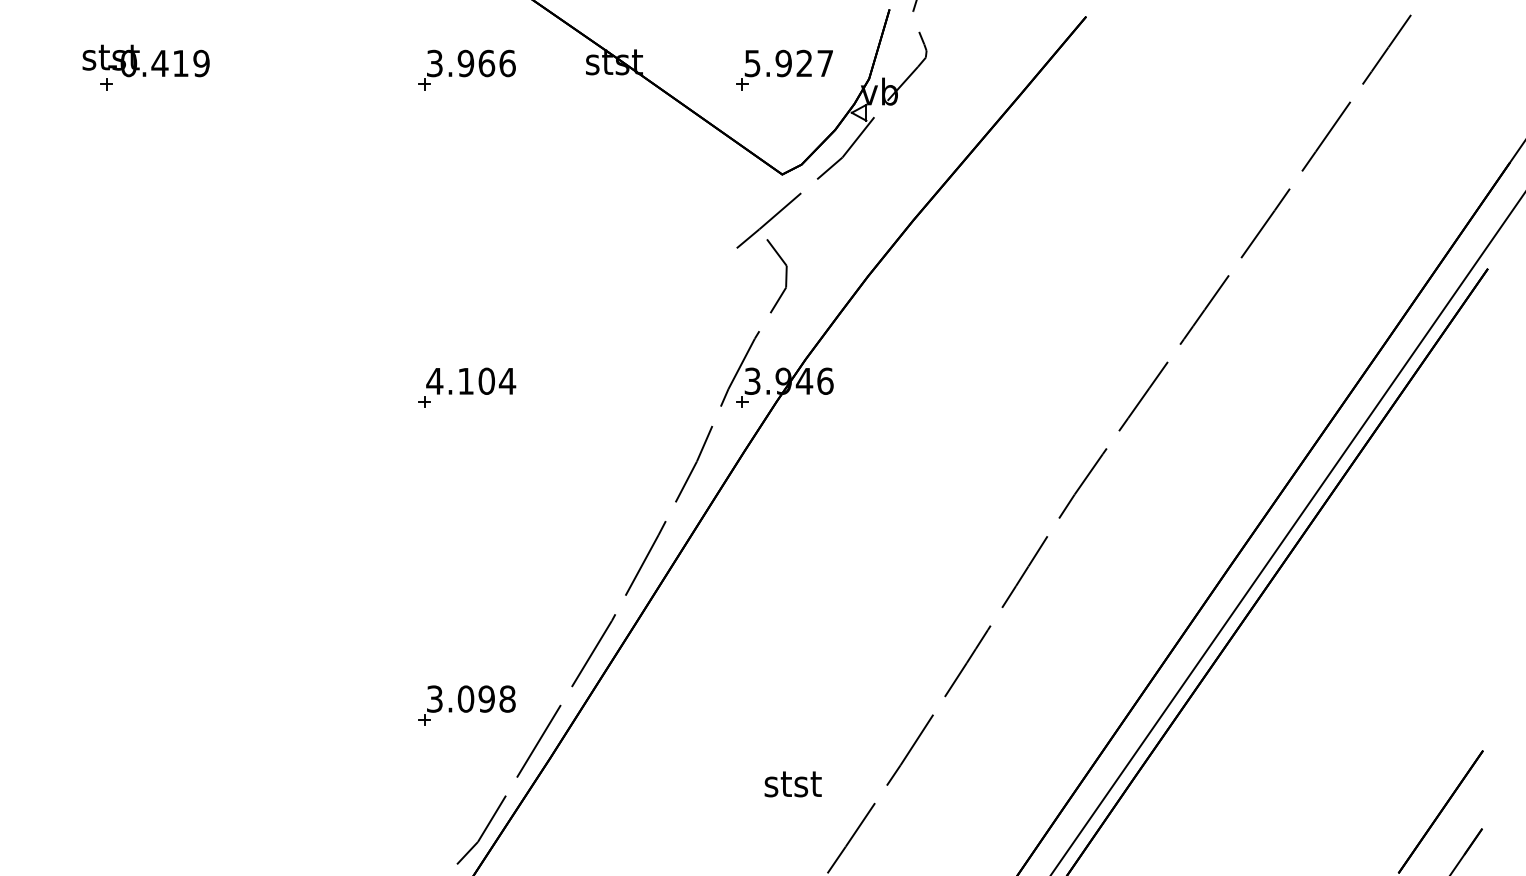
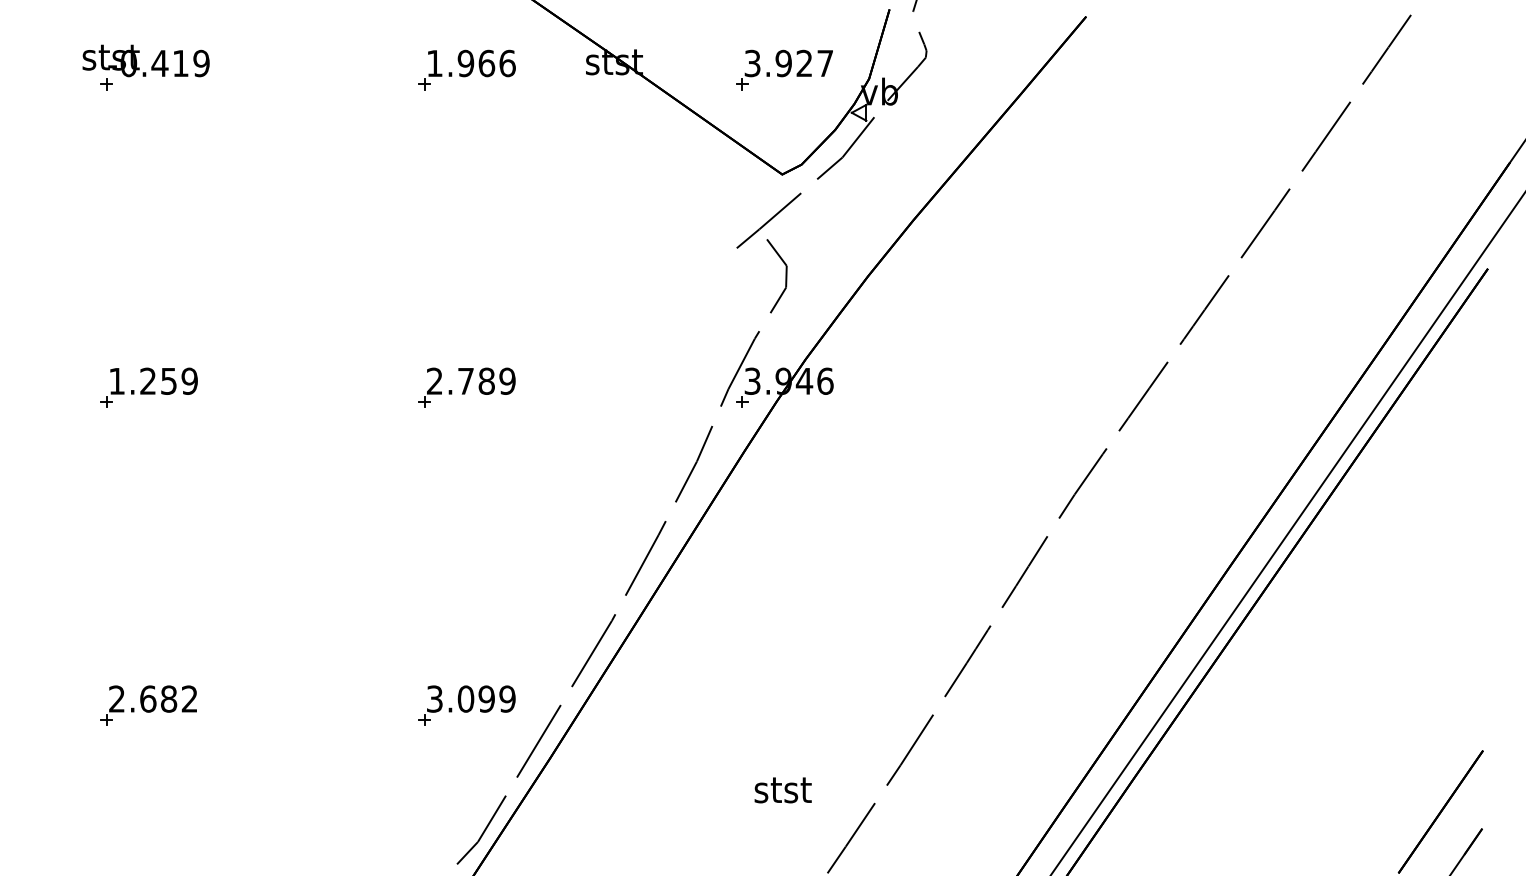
text at (752, 62): 5.927 -> 3.927
text at (434, 63): 3.966 -> 1.966
text at (471, 380): 4.104 -> 2.789
part at (148, 387): none -> present
text at (507, 698): 3.098 -> 3.099
part at (148, 705): none -> present
text at (792, 784) position: (792, 784) -> (782, 790)
